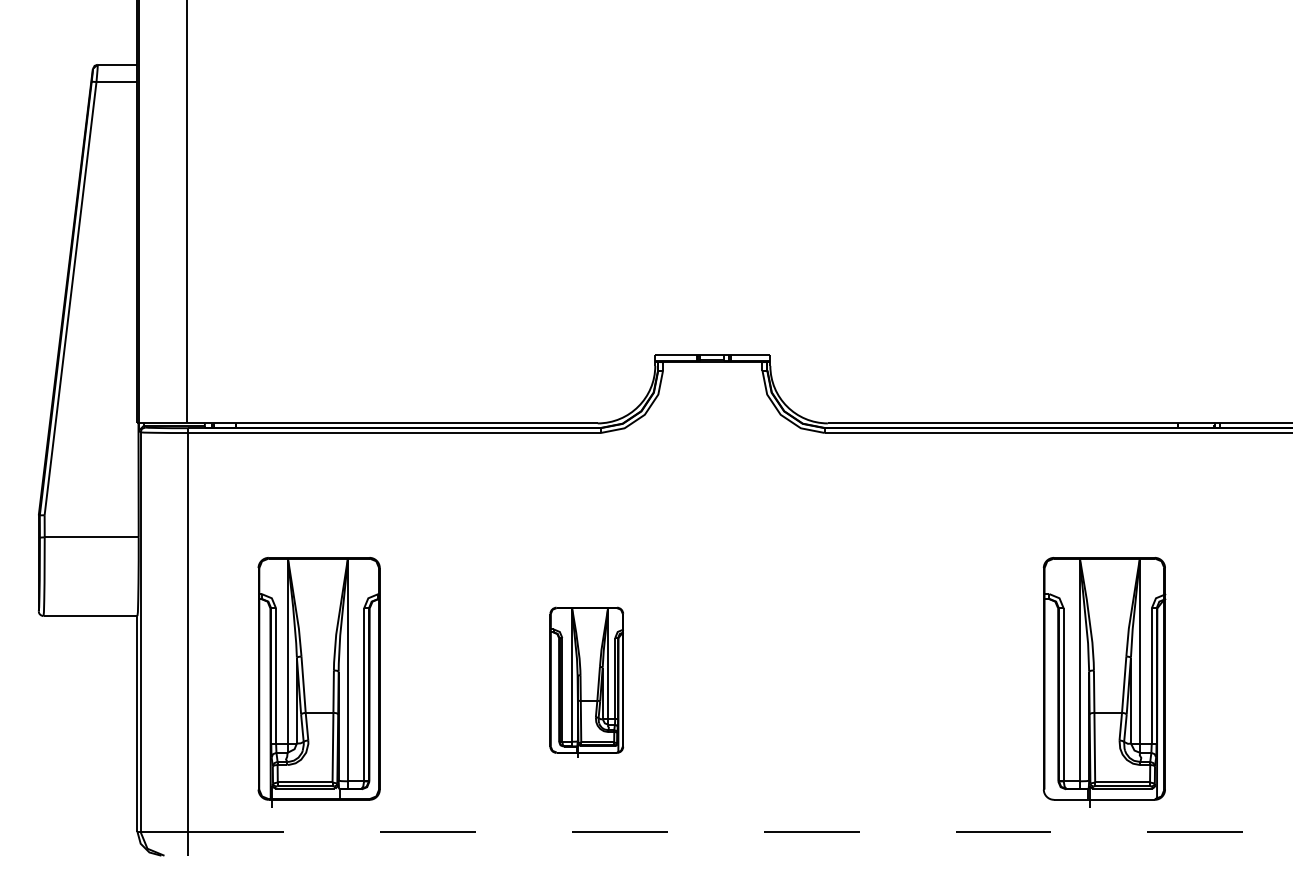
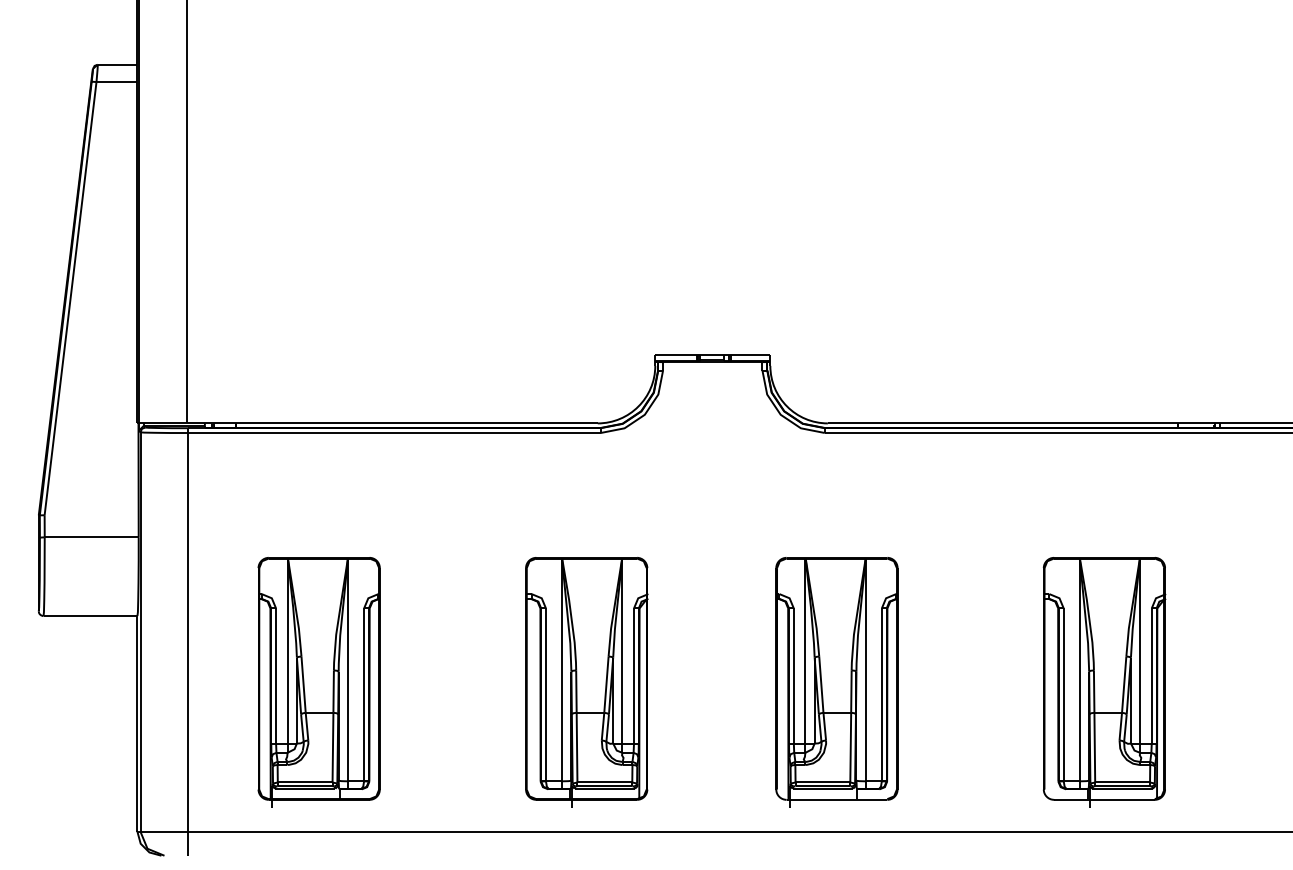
part at (586, 681) size: 75x152 px -> 124x251 px
part at (836, 682): none -> present
line at (740, 831): dashed -> solid
